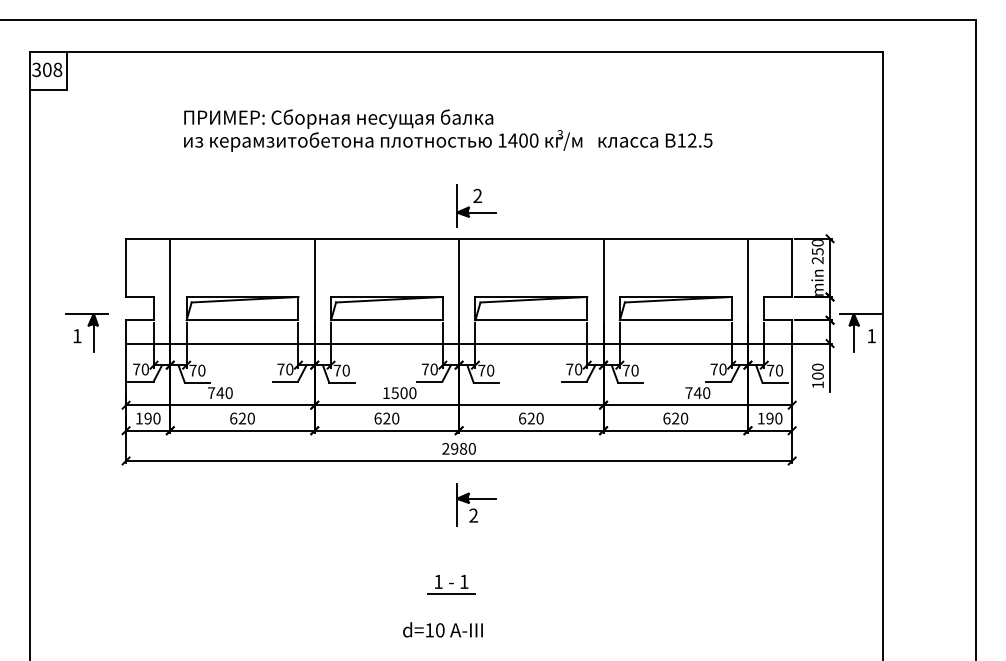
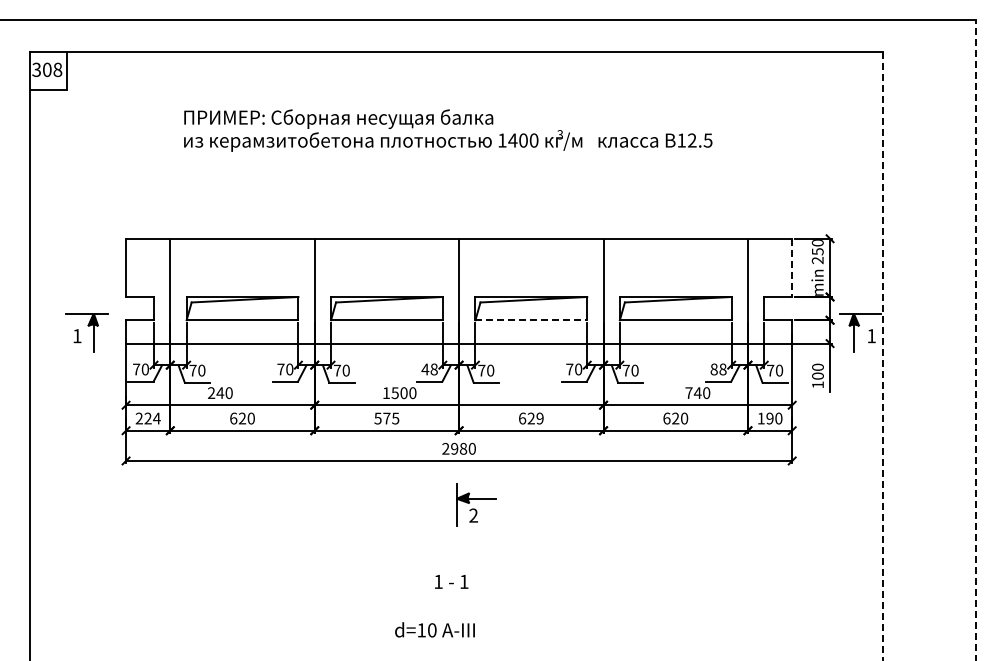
part at (476, 205): present -> none
line at (792, 268): solid -> dashed
line at (531, 320): solid -> dashed
line at (975, 339): solid -> dashed
line at (882, 356): solid -> dashed
text at (429, 369): 70 -> 48
text at (718, 369): 70 -> 88
text at (211, 392): 740 -> 240
text at (147, 418): 190 -> 224
text at (386, 418): 620 -> 575
text at (539, 418): 620 -> 629
line at (451, 594): present -> none
text at (442, 629) position: (442, 629) -> (434, 629)
